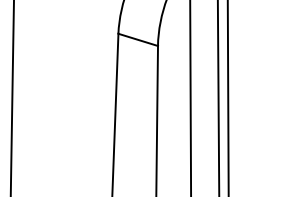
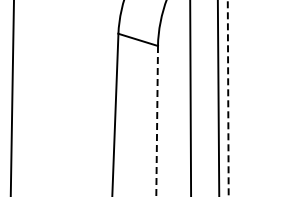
line at (228, 99): solid -> dashed
line at (157, 121): solid -> dashed
